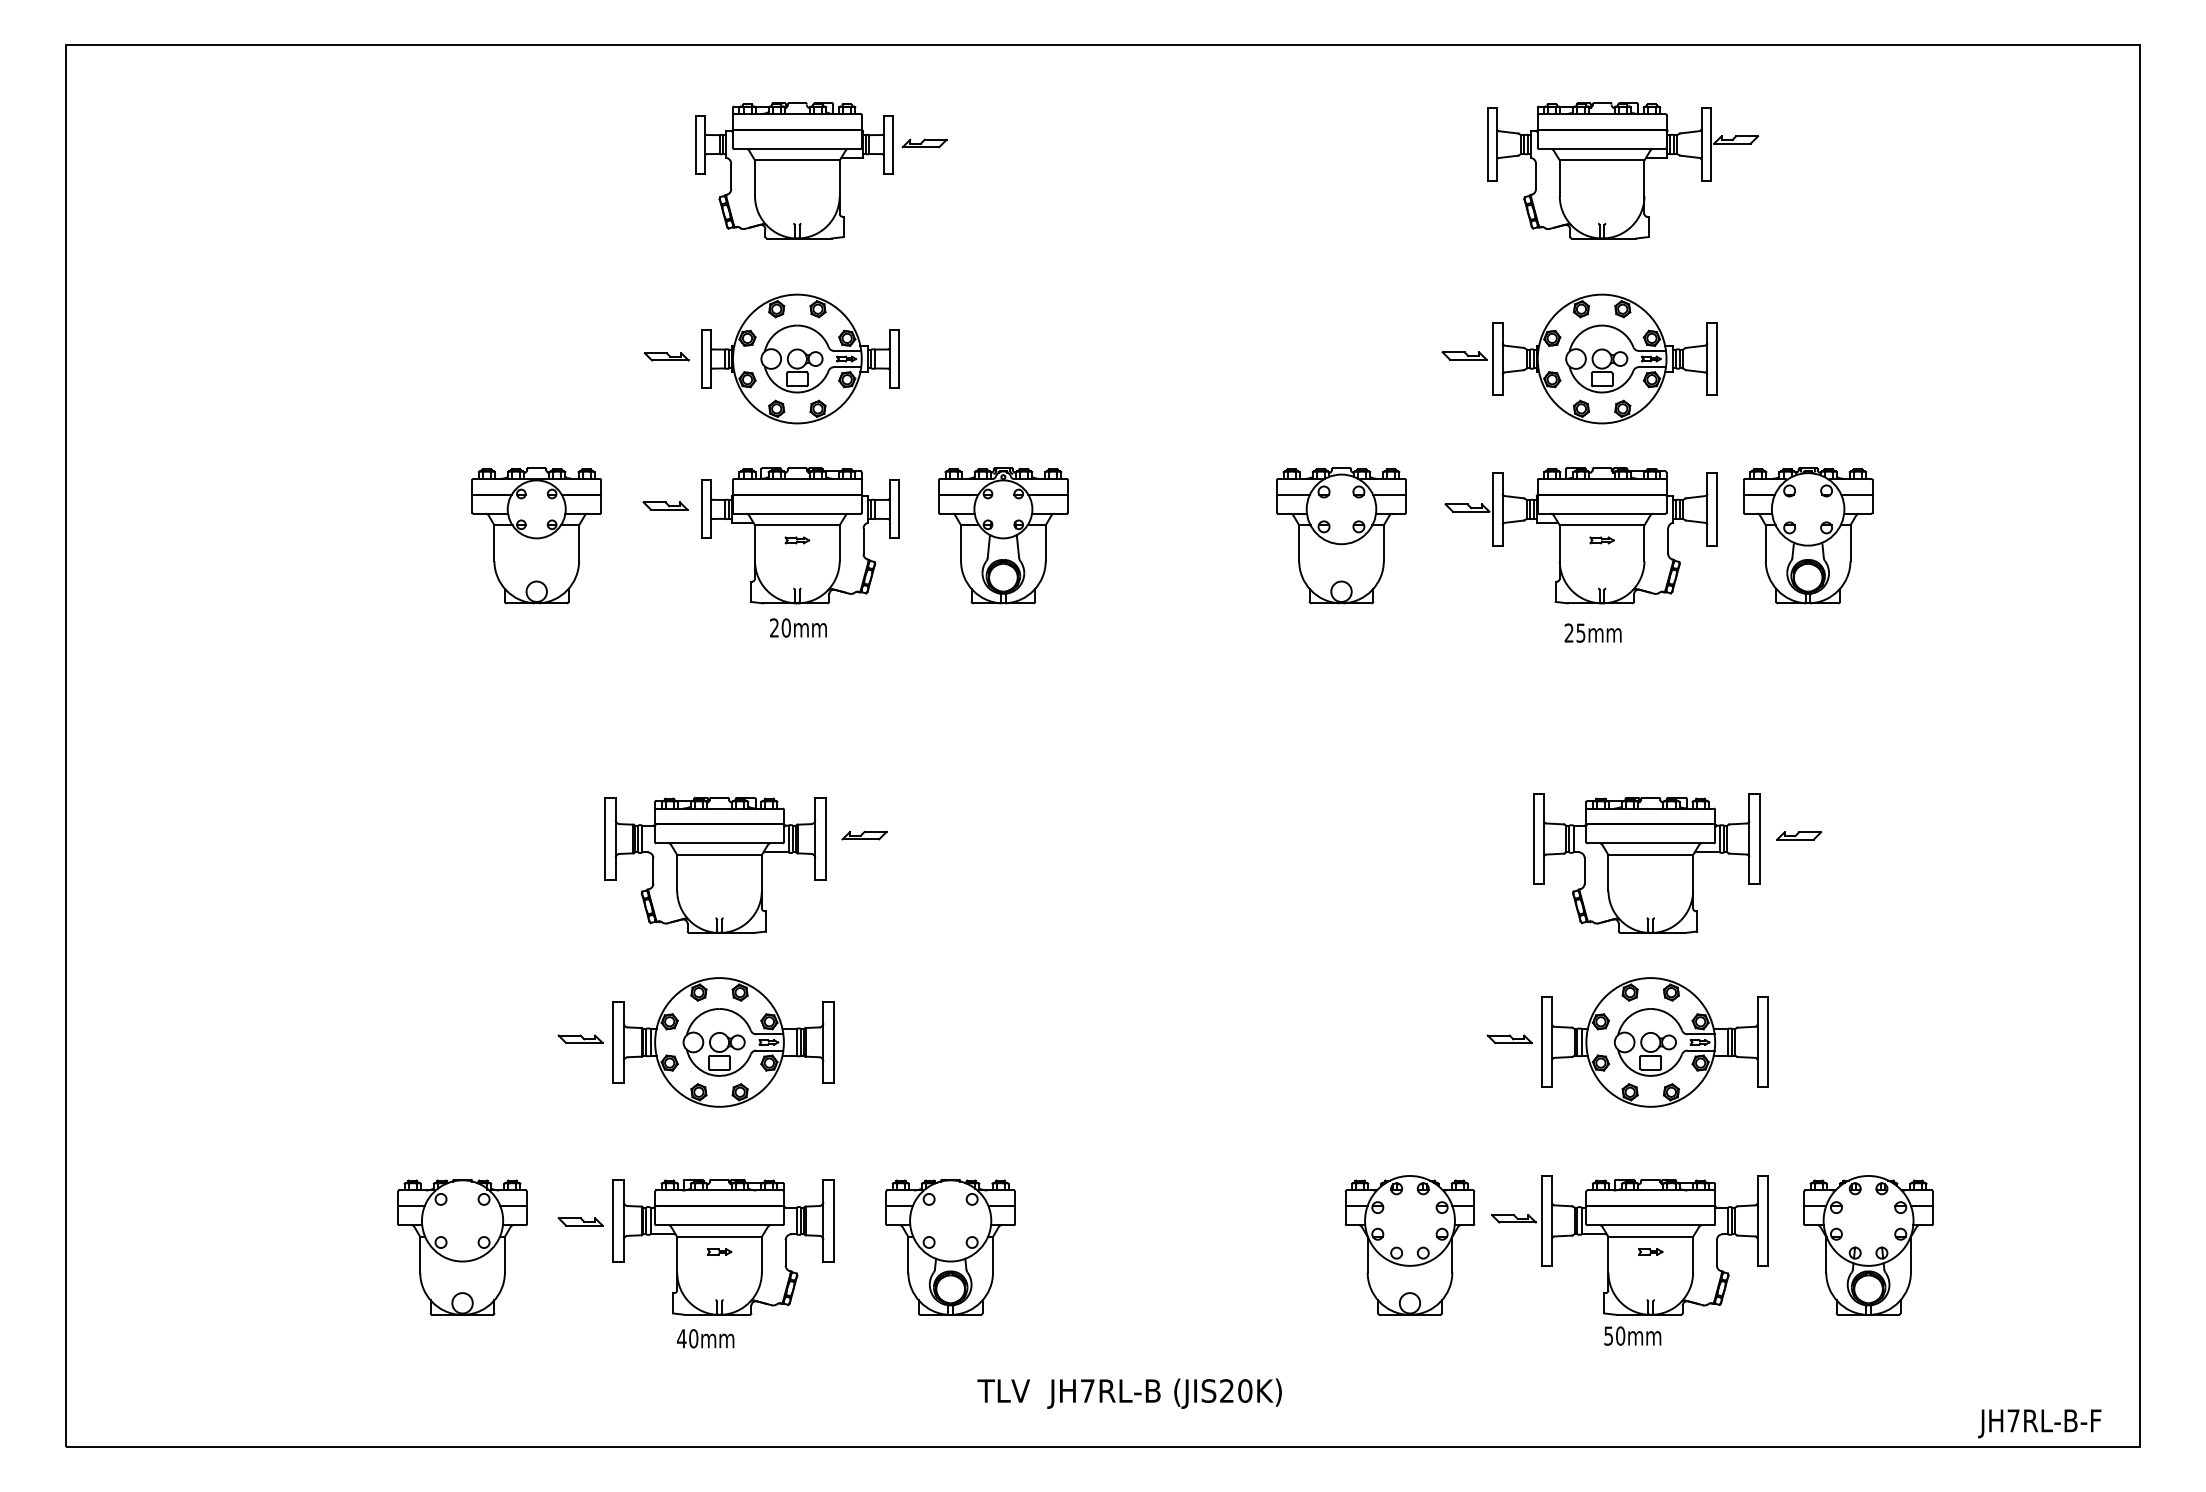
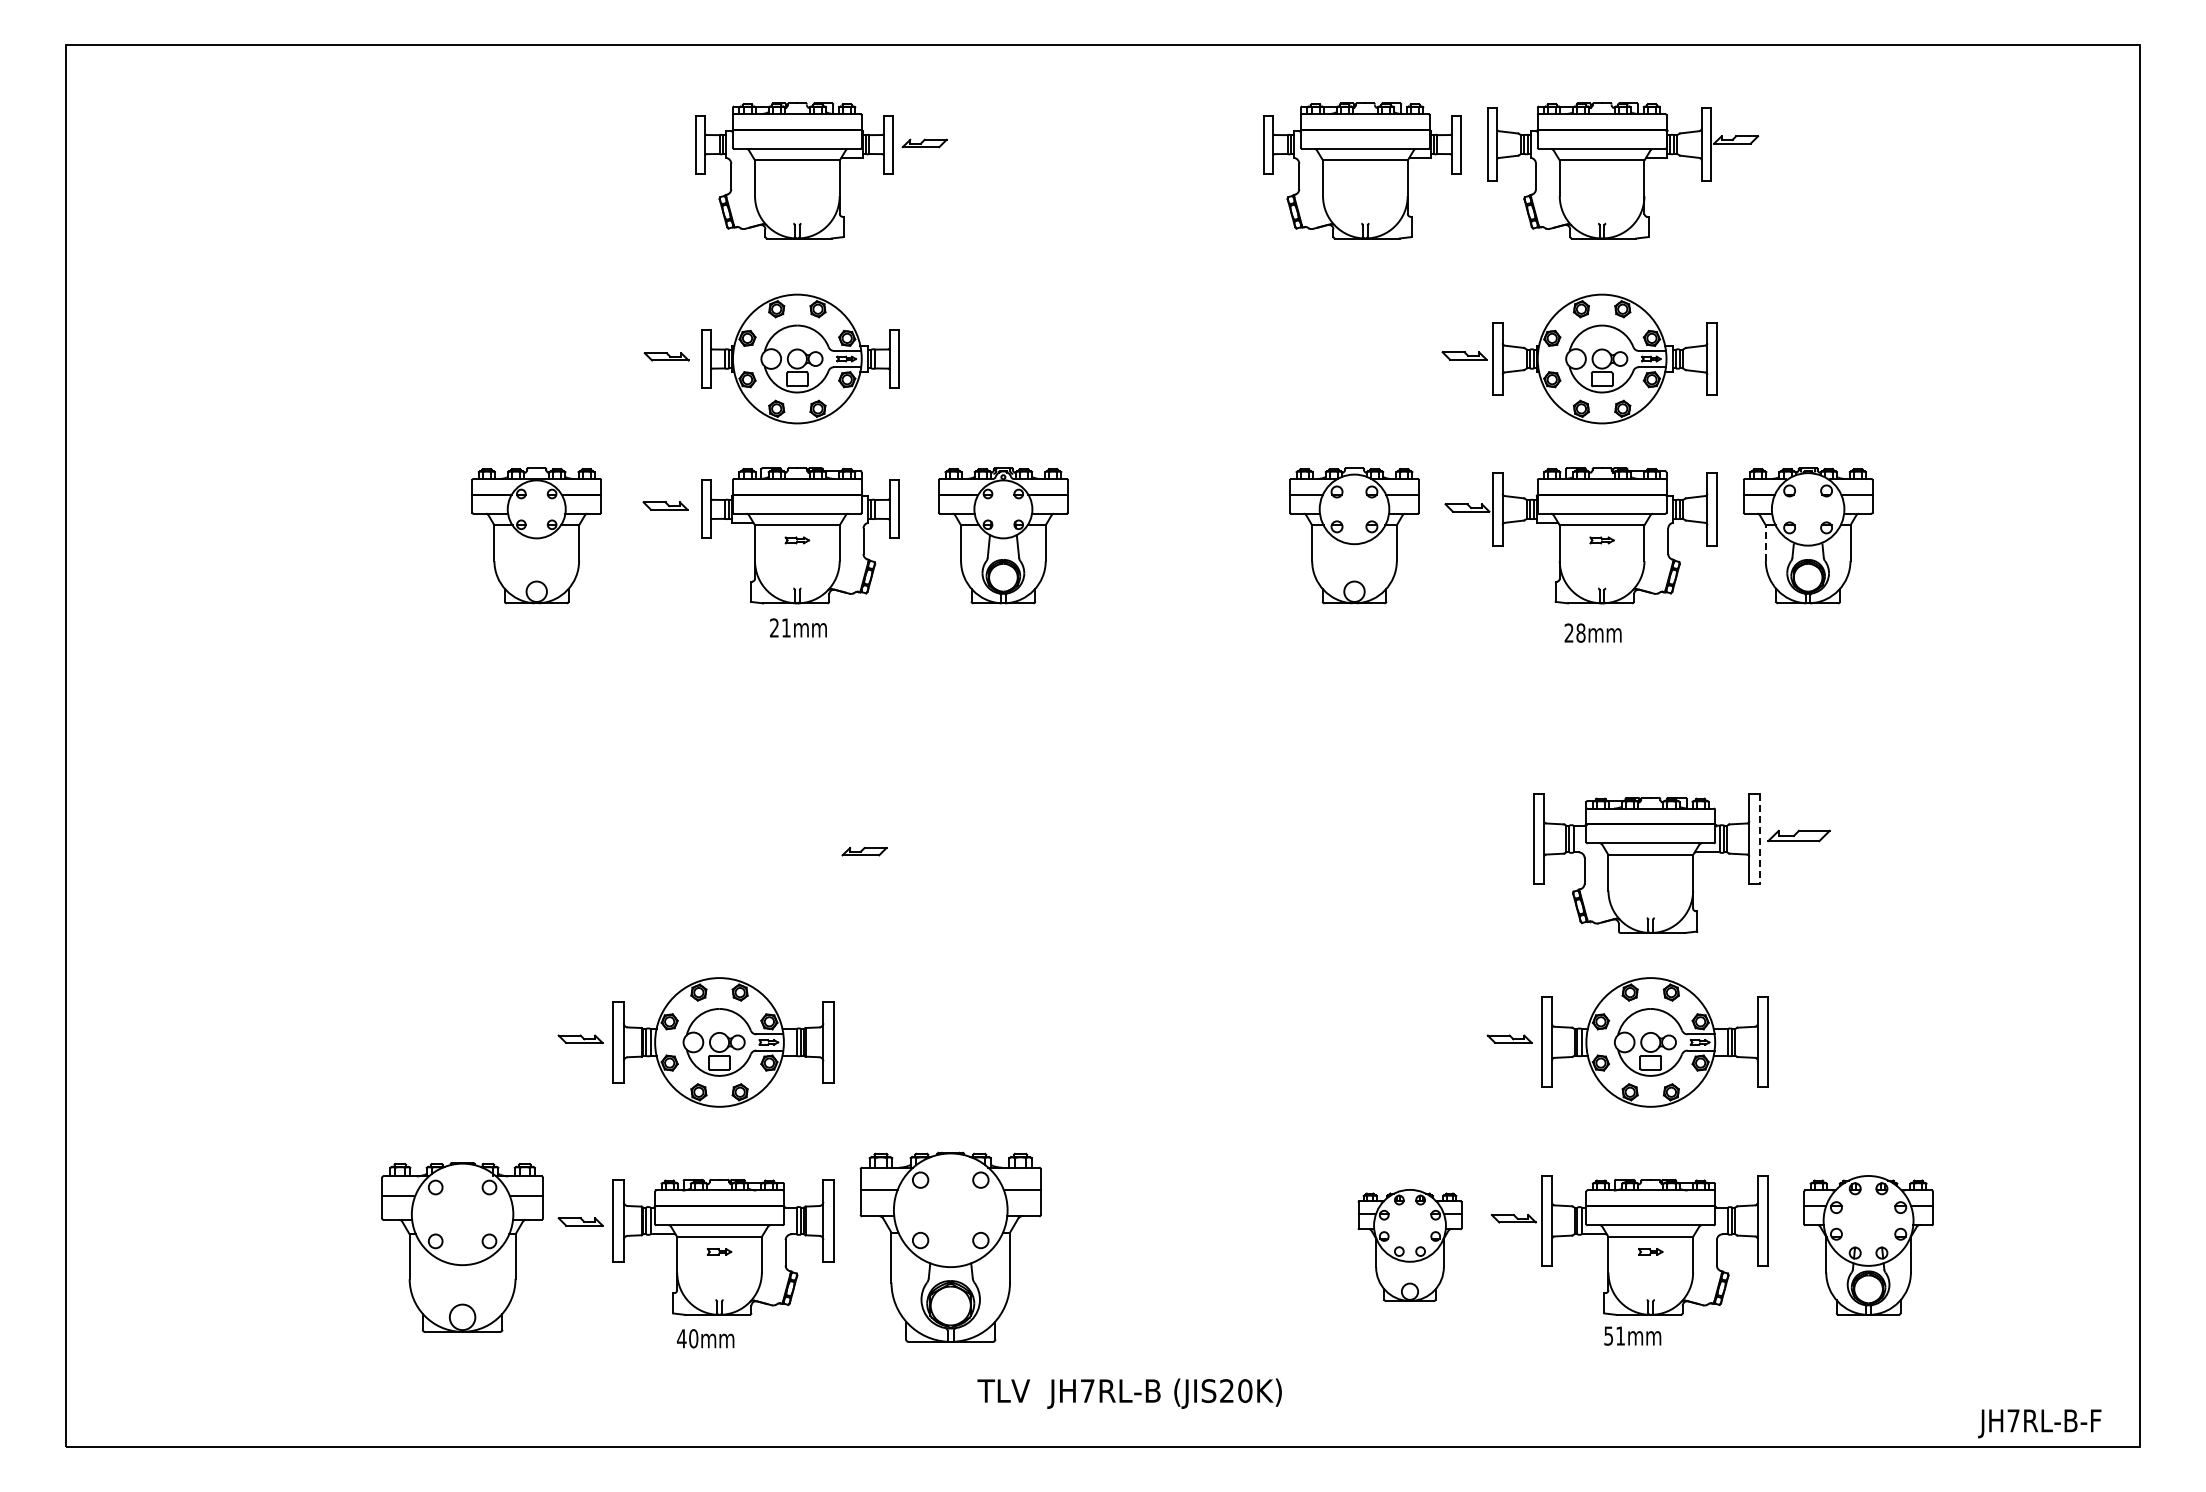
part at (1362, 170): none -> present
part at (1341, 535) position: (1341, 535) -> (1354, 535)
line at (1765, 543): solid -> dashed
text at (785, 627): 20mm -> 21mm
text at (1580, 632): 25mm -> 28mm
part at (864, 835) position: (864, 835) -> (864, 851)
part at (1799, 835) size: 47x10 px -> 64x14 px
line at (1759, 839): solid -> dashed
part at (715, 865): present -> none
part at (1409, 1245) size: 132x141 px -> 106x113 px
part at (462, 1246) size: 131x138 px -> 163x171 px
part at (950, 1247) size: 131x137 px -> 183x192 px
text at (1620, 1335): 50mm -> 51mm
